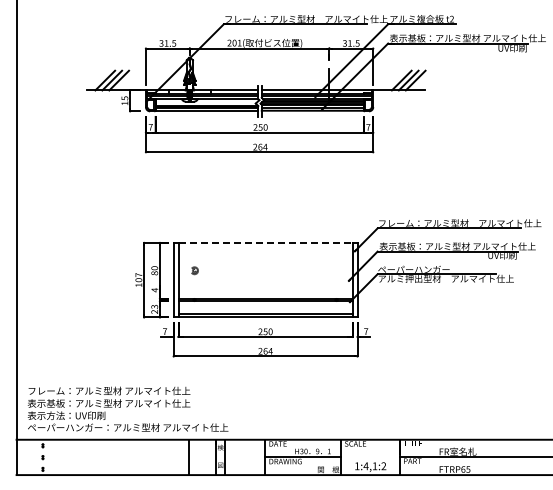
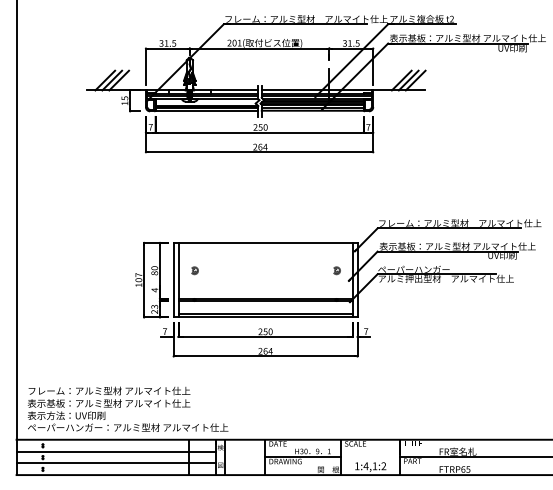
line at (266, 242): dashed -> solid
part at (336, 270): none -> present
line at (116, 451): none -> present
line at (116, 463): none -> present
